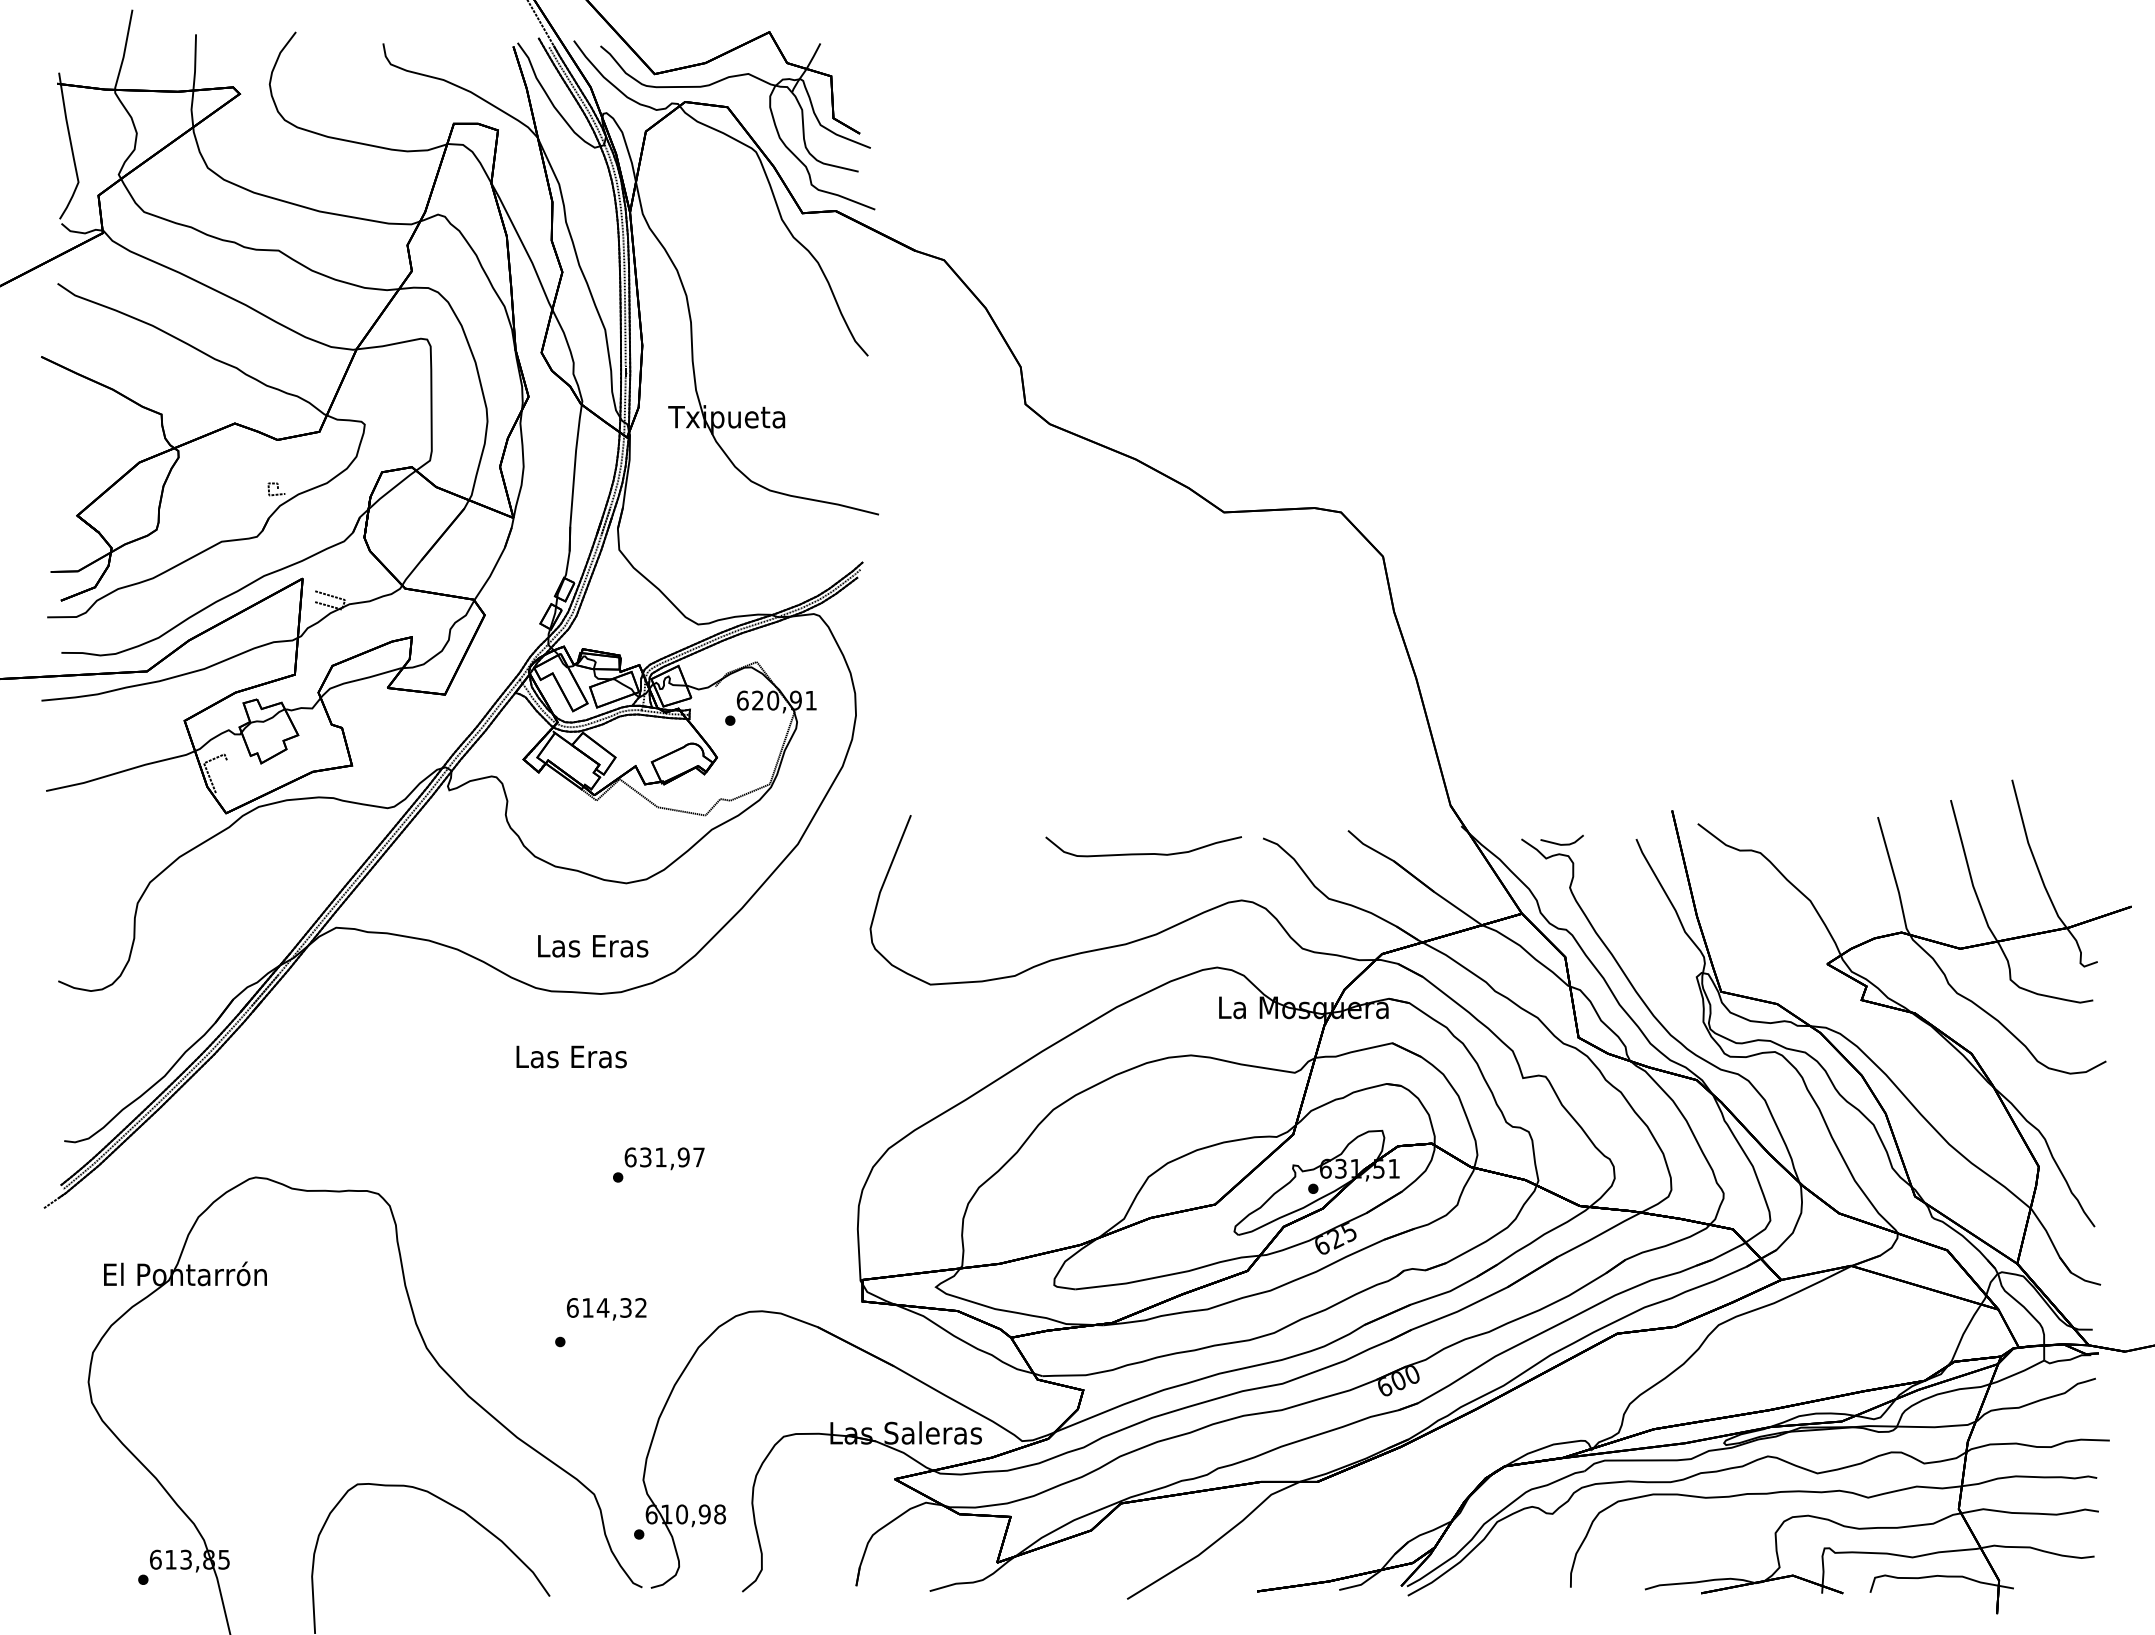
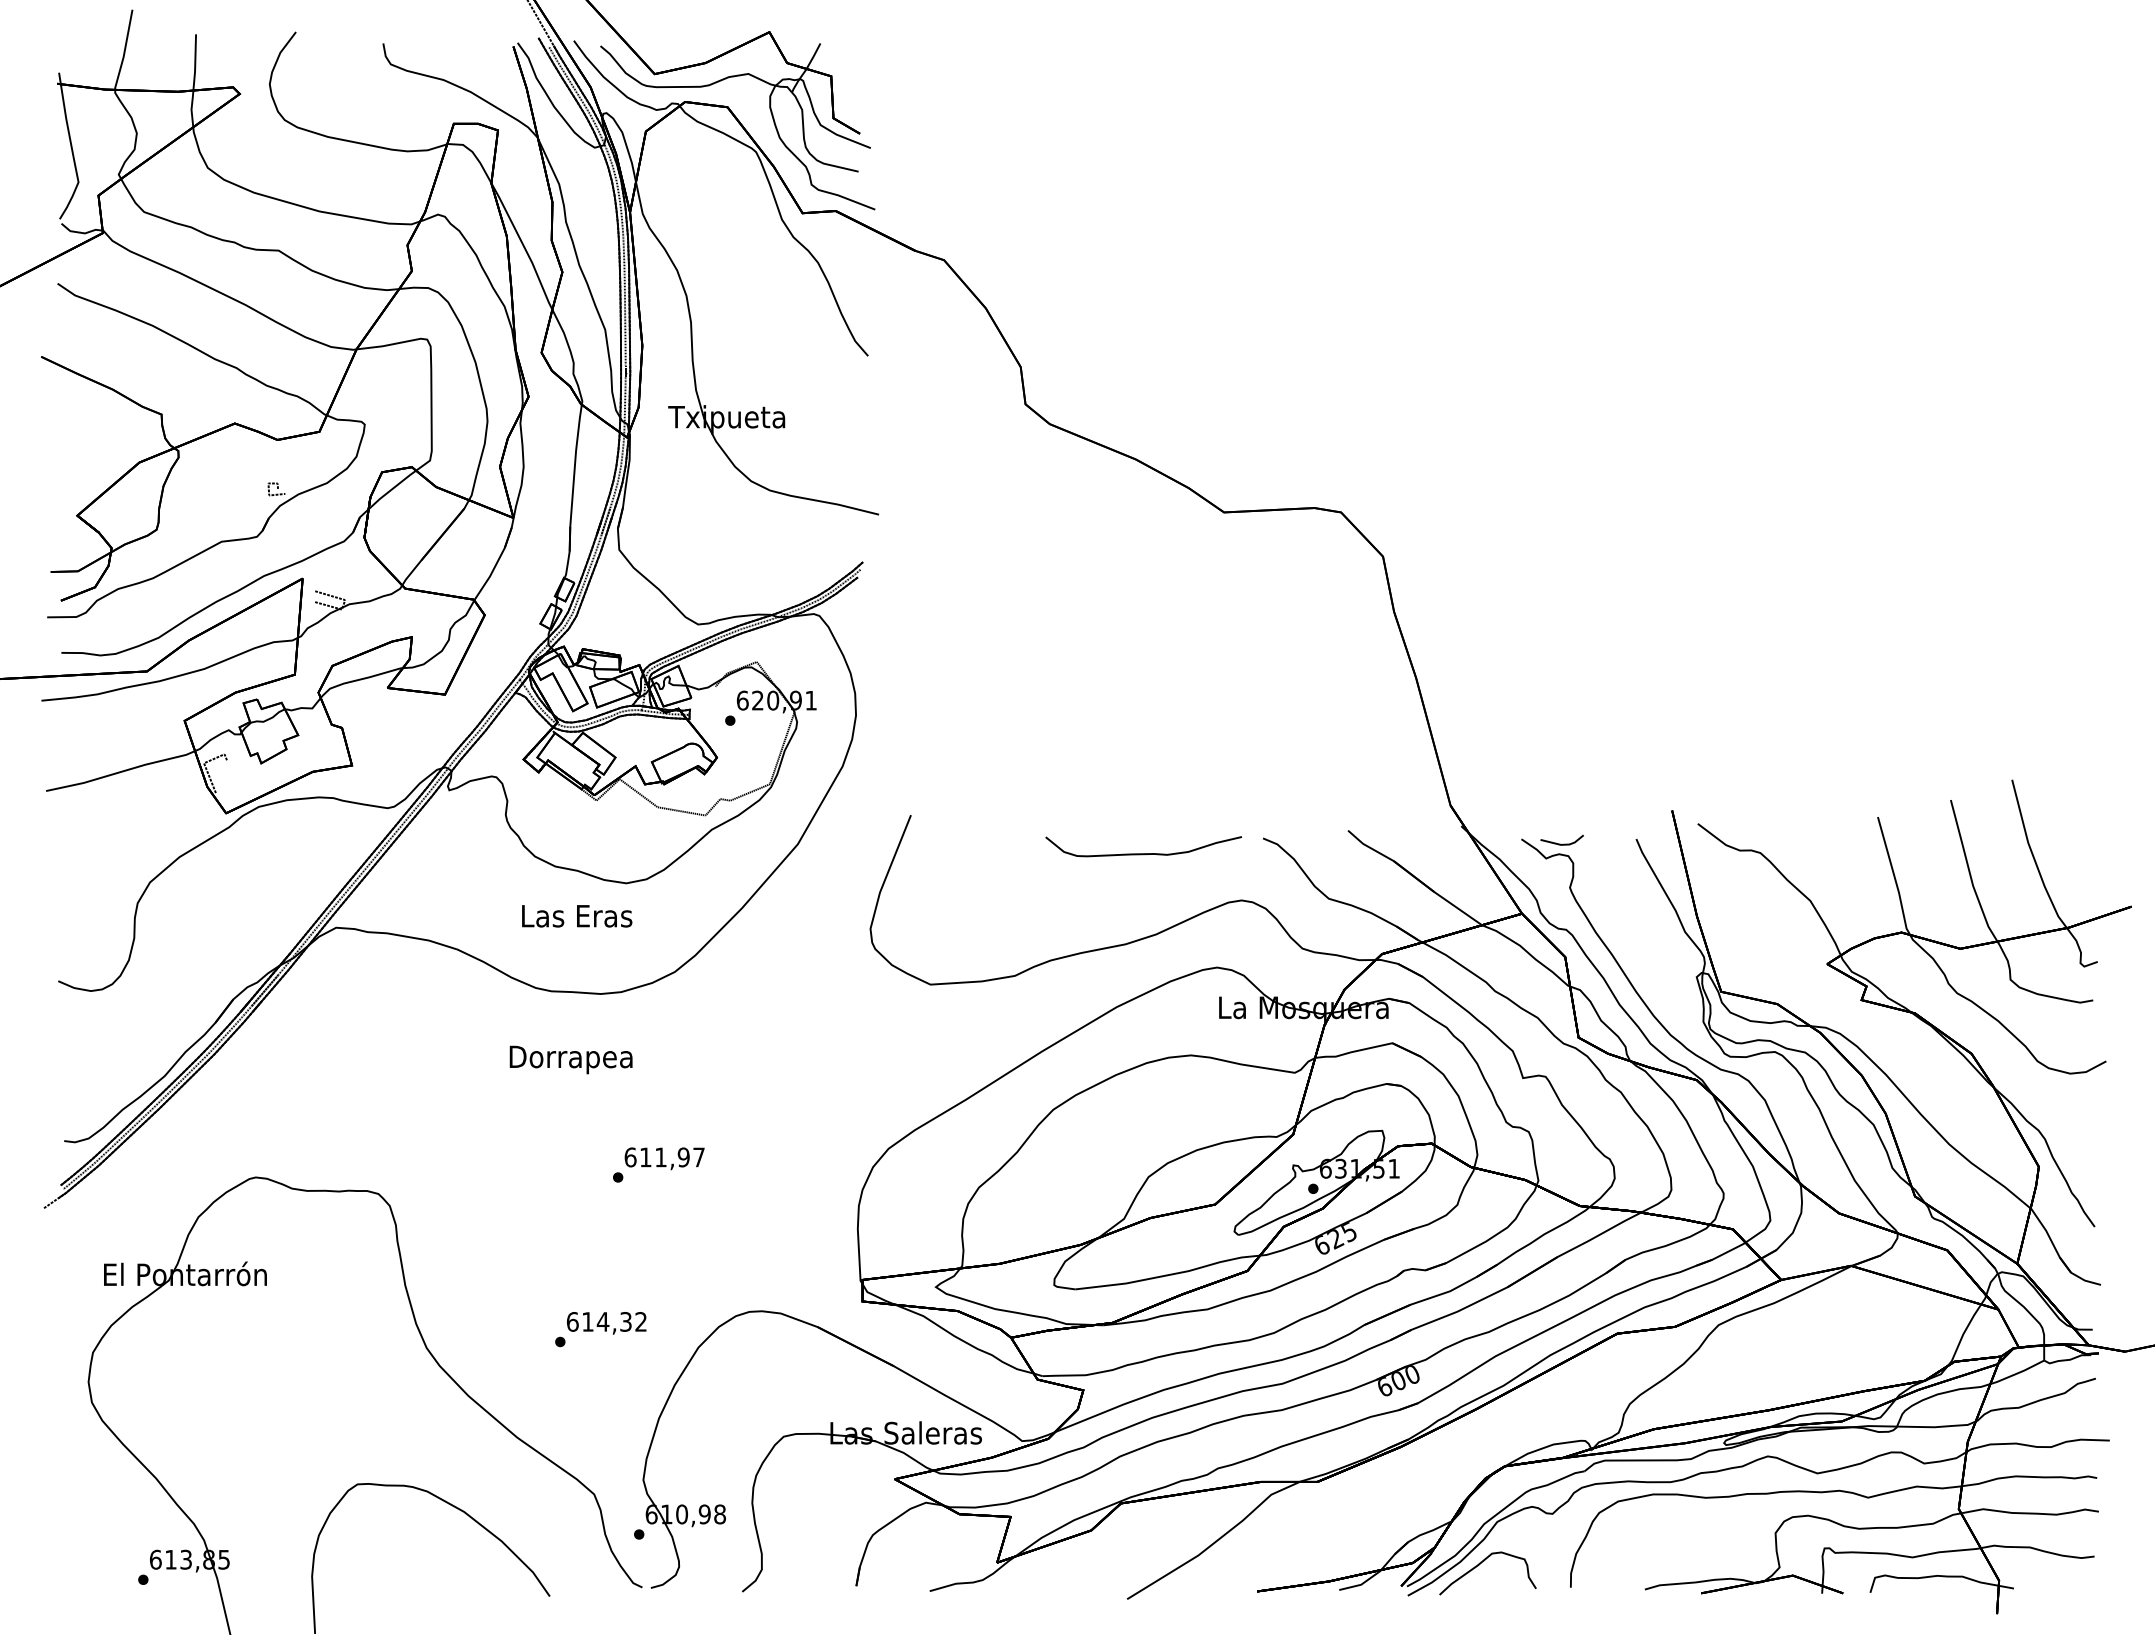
text at (593, 946) position: (593, 946) -> (577, 916)
text at (570, 1059): Las Eras -> Dorrapea
text at (645, 1157): 631,97 -> 611,97
text at (606, 1309) position: (606, 1309) -> (606, 1323)
curve at (1479, 1565): none -> present
